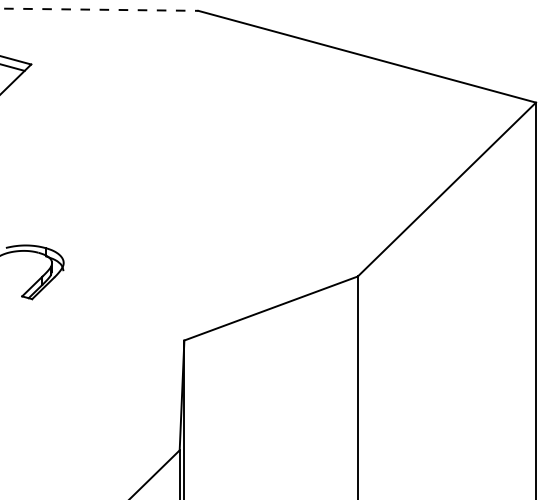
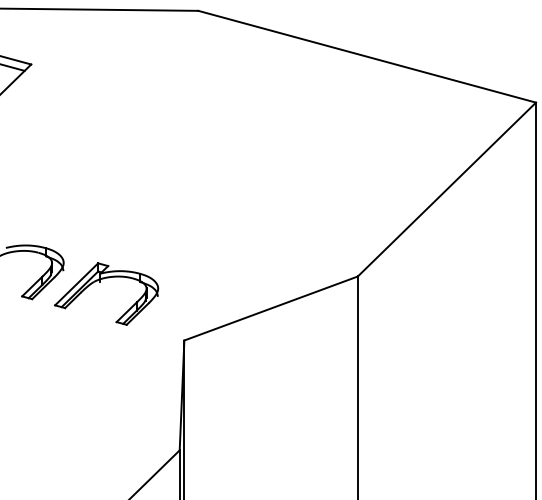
line at (99, 9): dashed -> solid
part at (100, 282): none -> present
